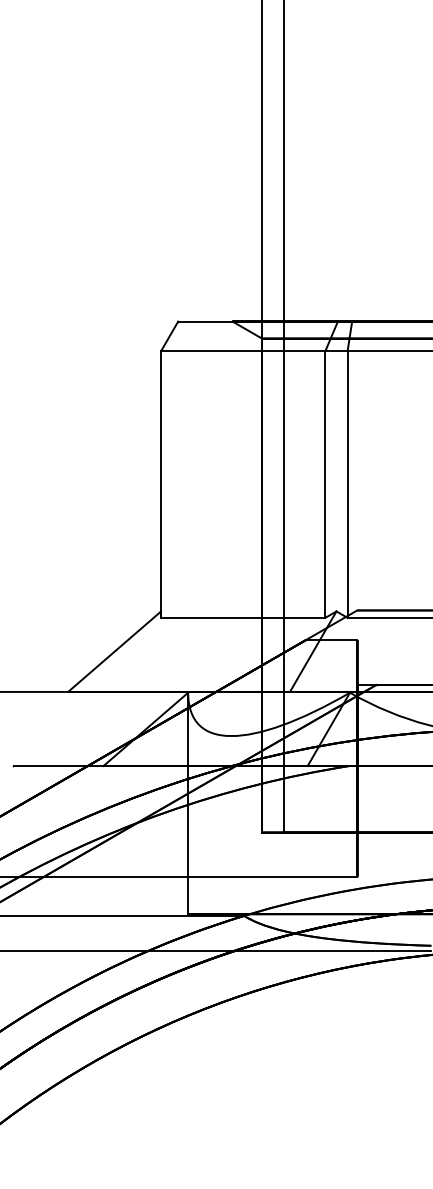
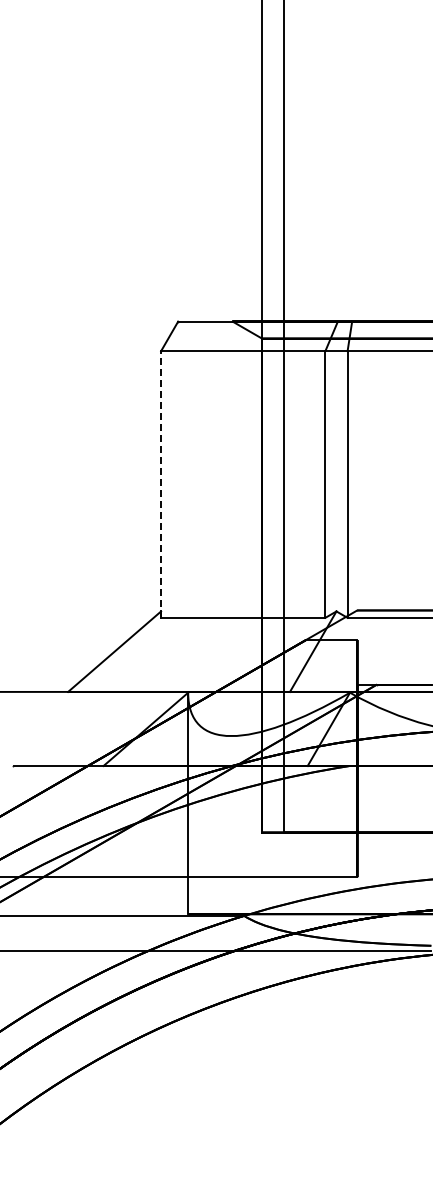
line at (161, 484): solid -> dashed
